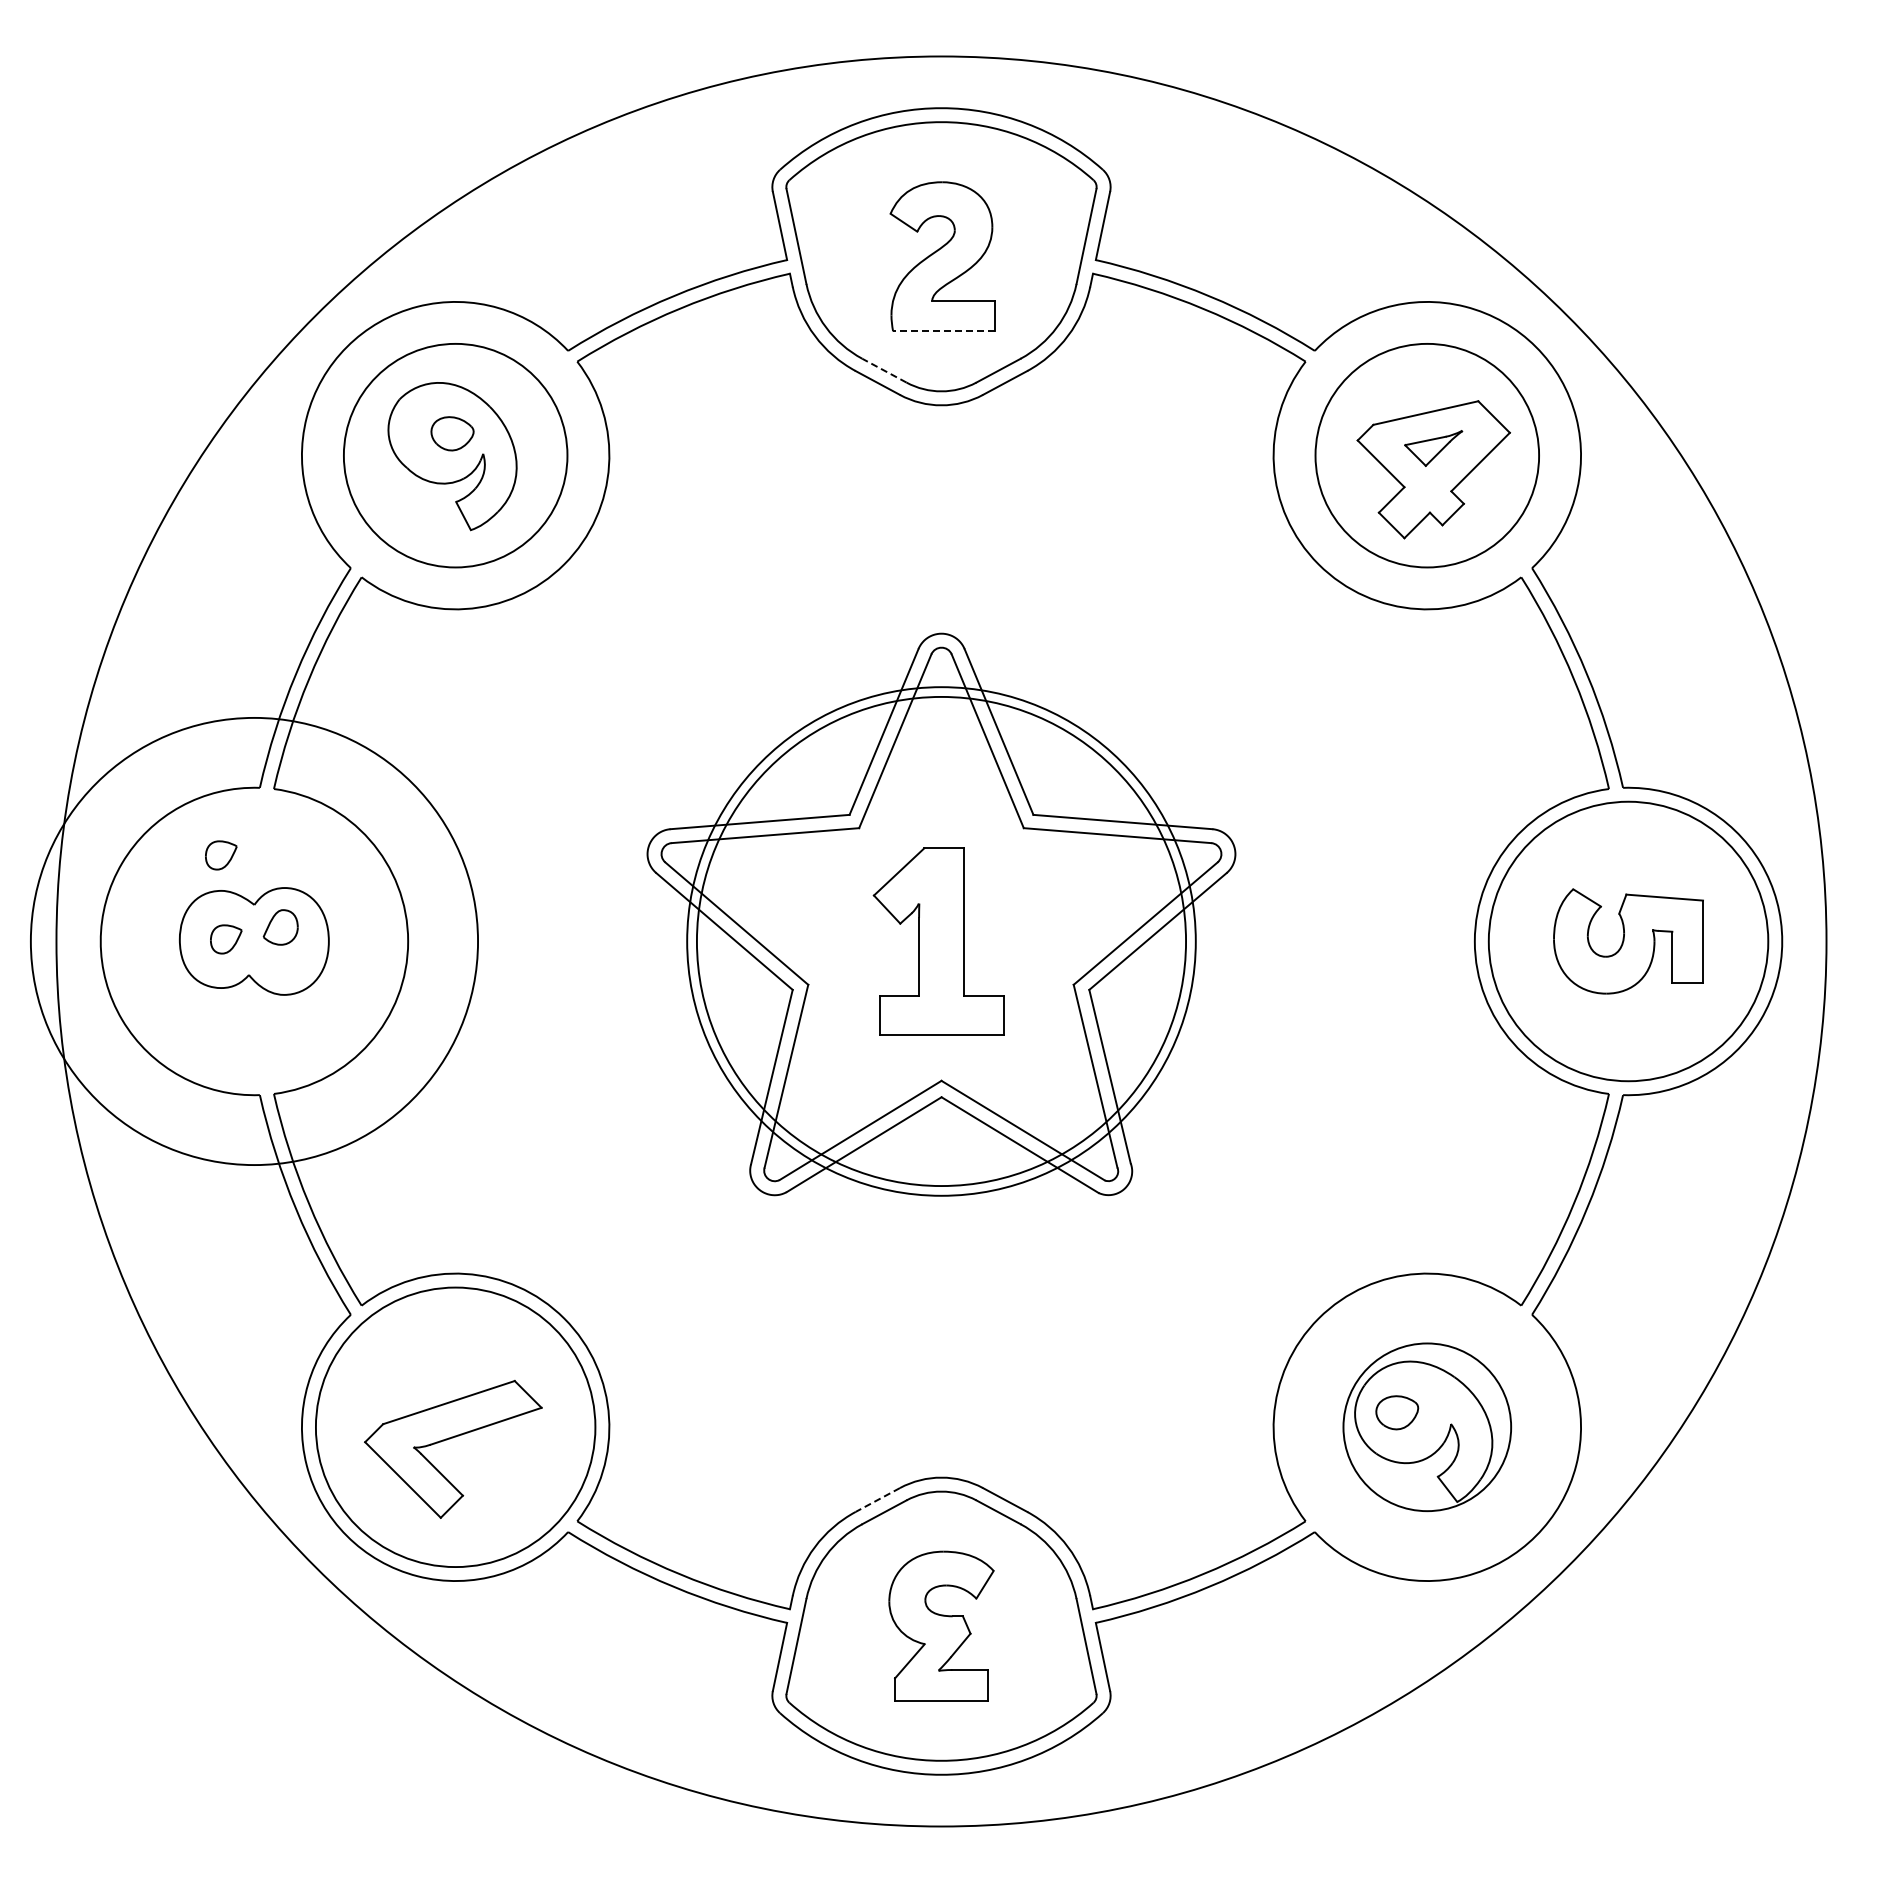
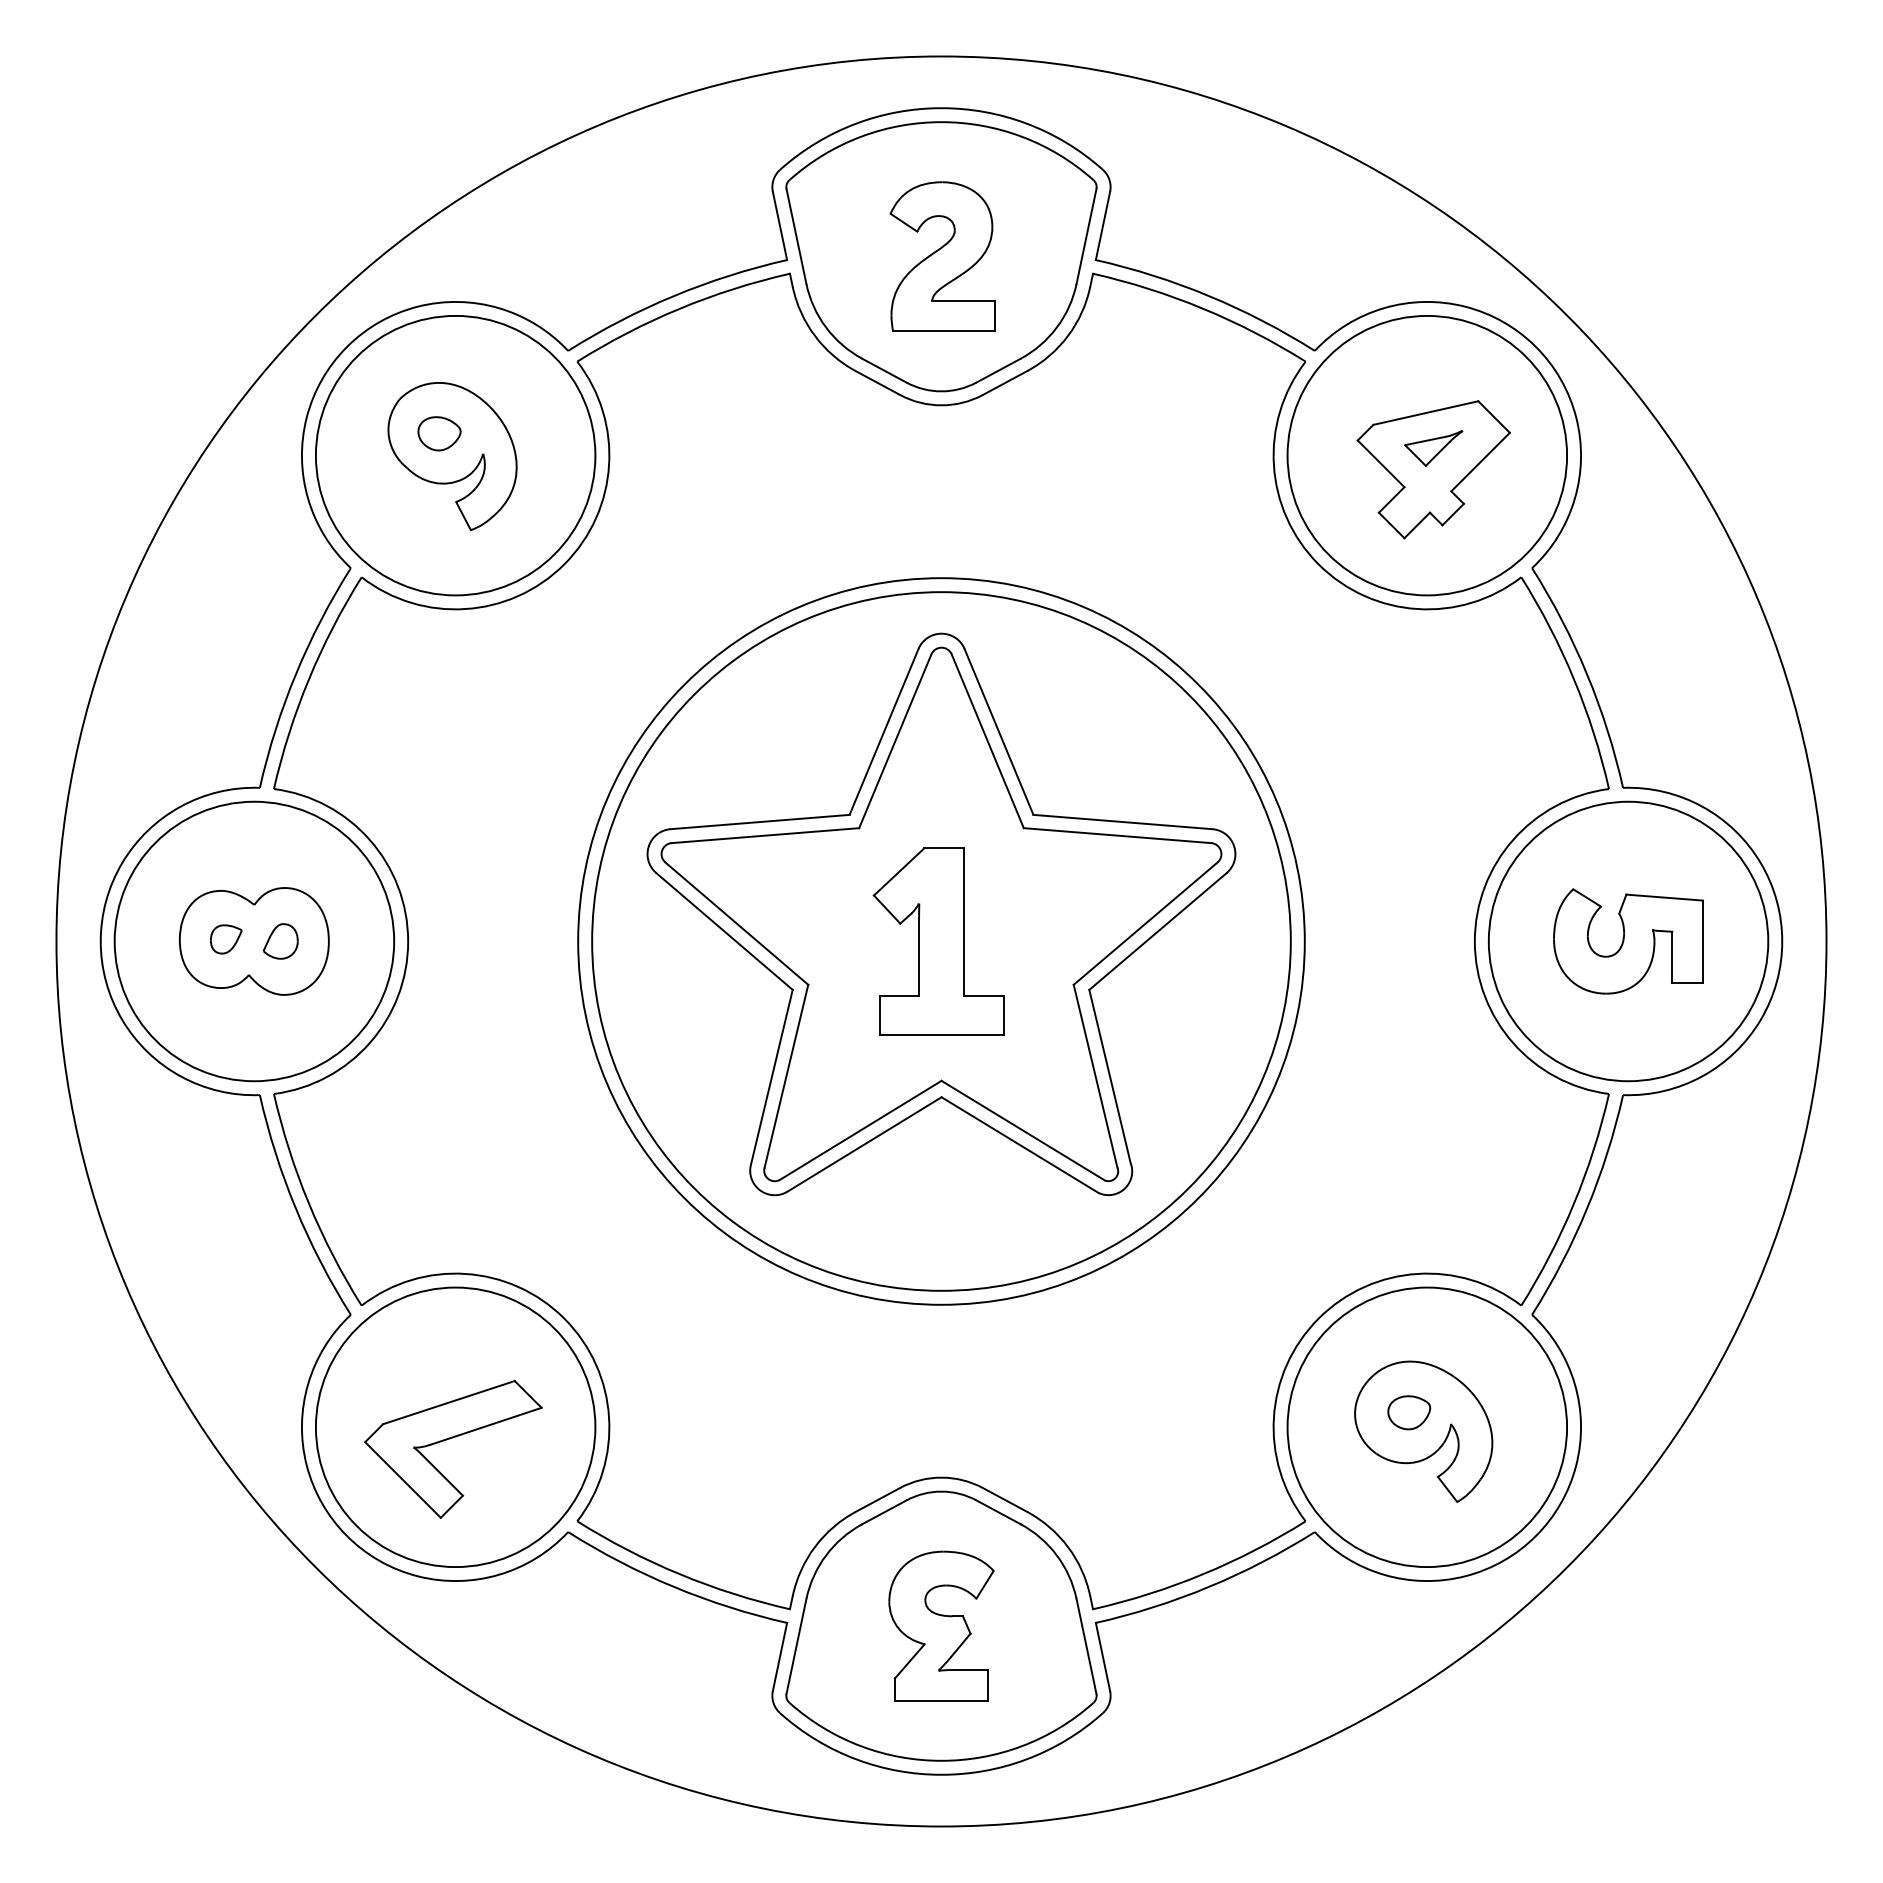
line at (943, 331): dashed -> solid
line at (884, 370): dashed -> solid
part at (452, 433) position: (452, 433) -> (439, 433)
circle at (455, 455) diameter: 224 px -> 279 px
circle at (1427, 455) diameter: 224 px -> 279 px
part at (221, 855): present -> none
part at (280, 927) position: (280, 927) -> (280, 941)
circle at (254, 941) diameter: 447 px -> 279 px
circle at (941, 941) diameter: 489 px -> 699 px
circle at (941, 941) diameter: 509 px -> 727 px
part at (1397, 1412) position: (1397, 1412) -> (1409, 1412)
circle at (1427, 1427) diameter: 168 px -> 279 px
line at (877, 1500): dashed -> solid
